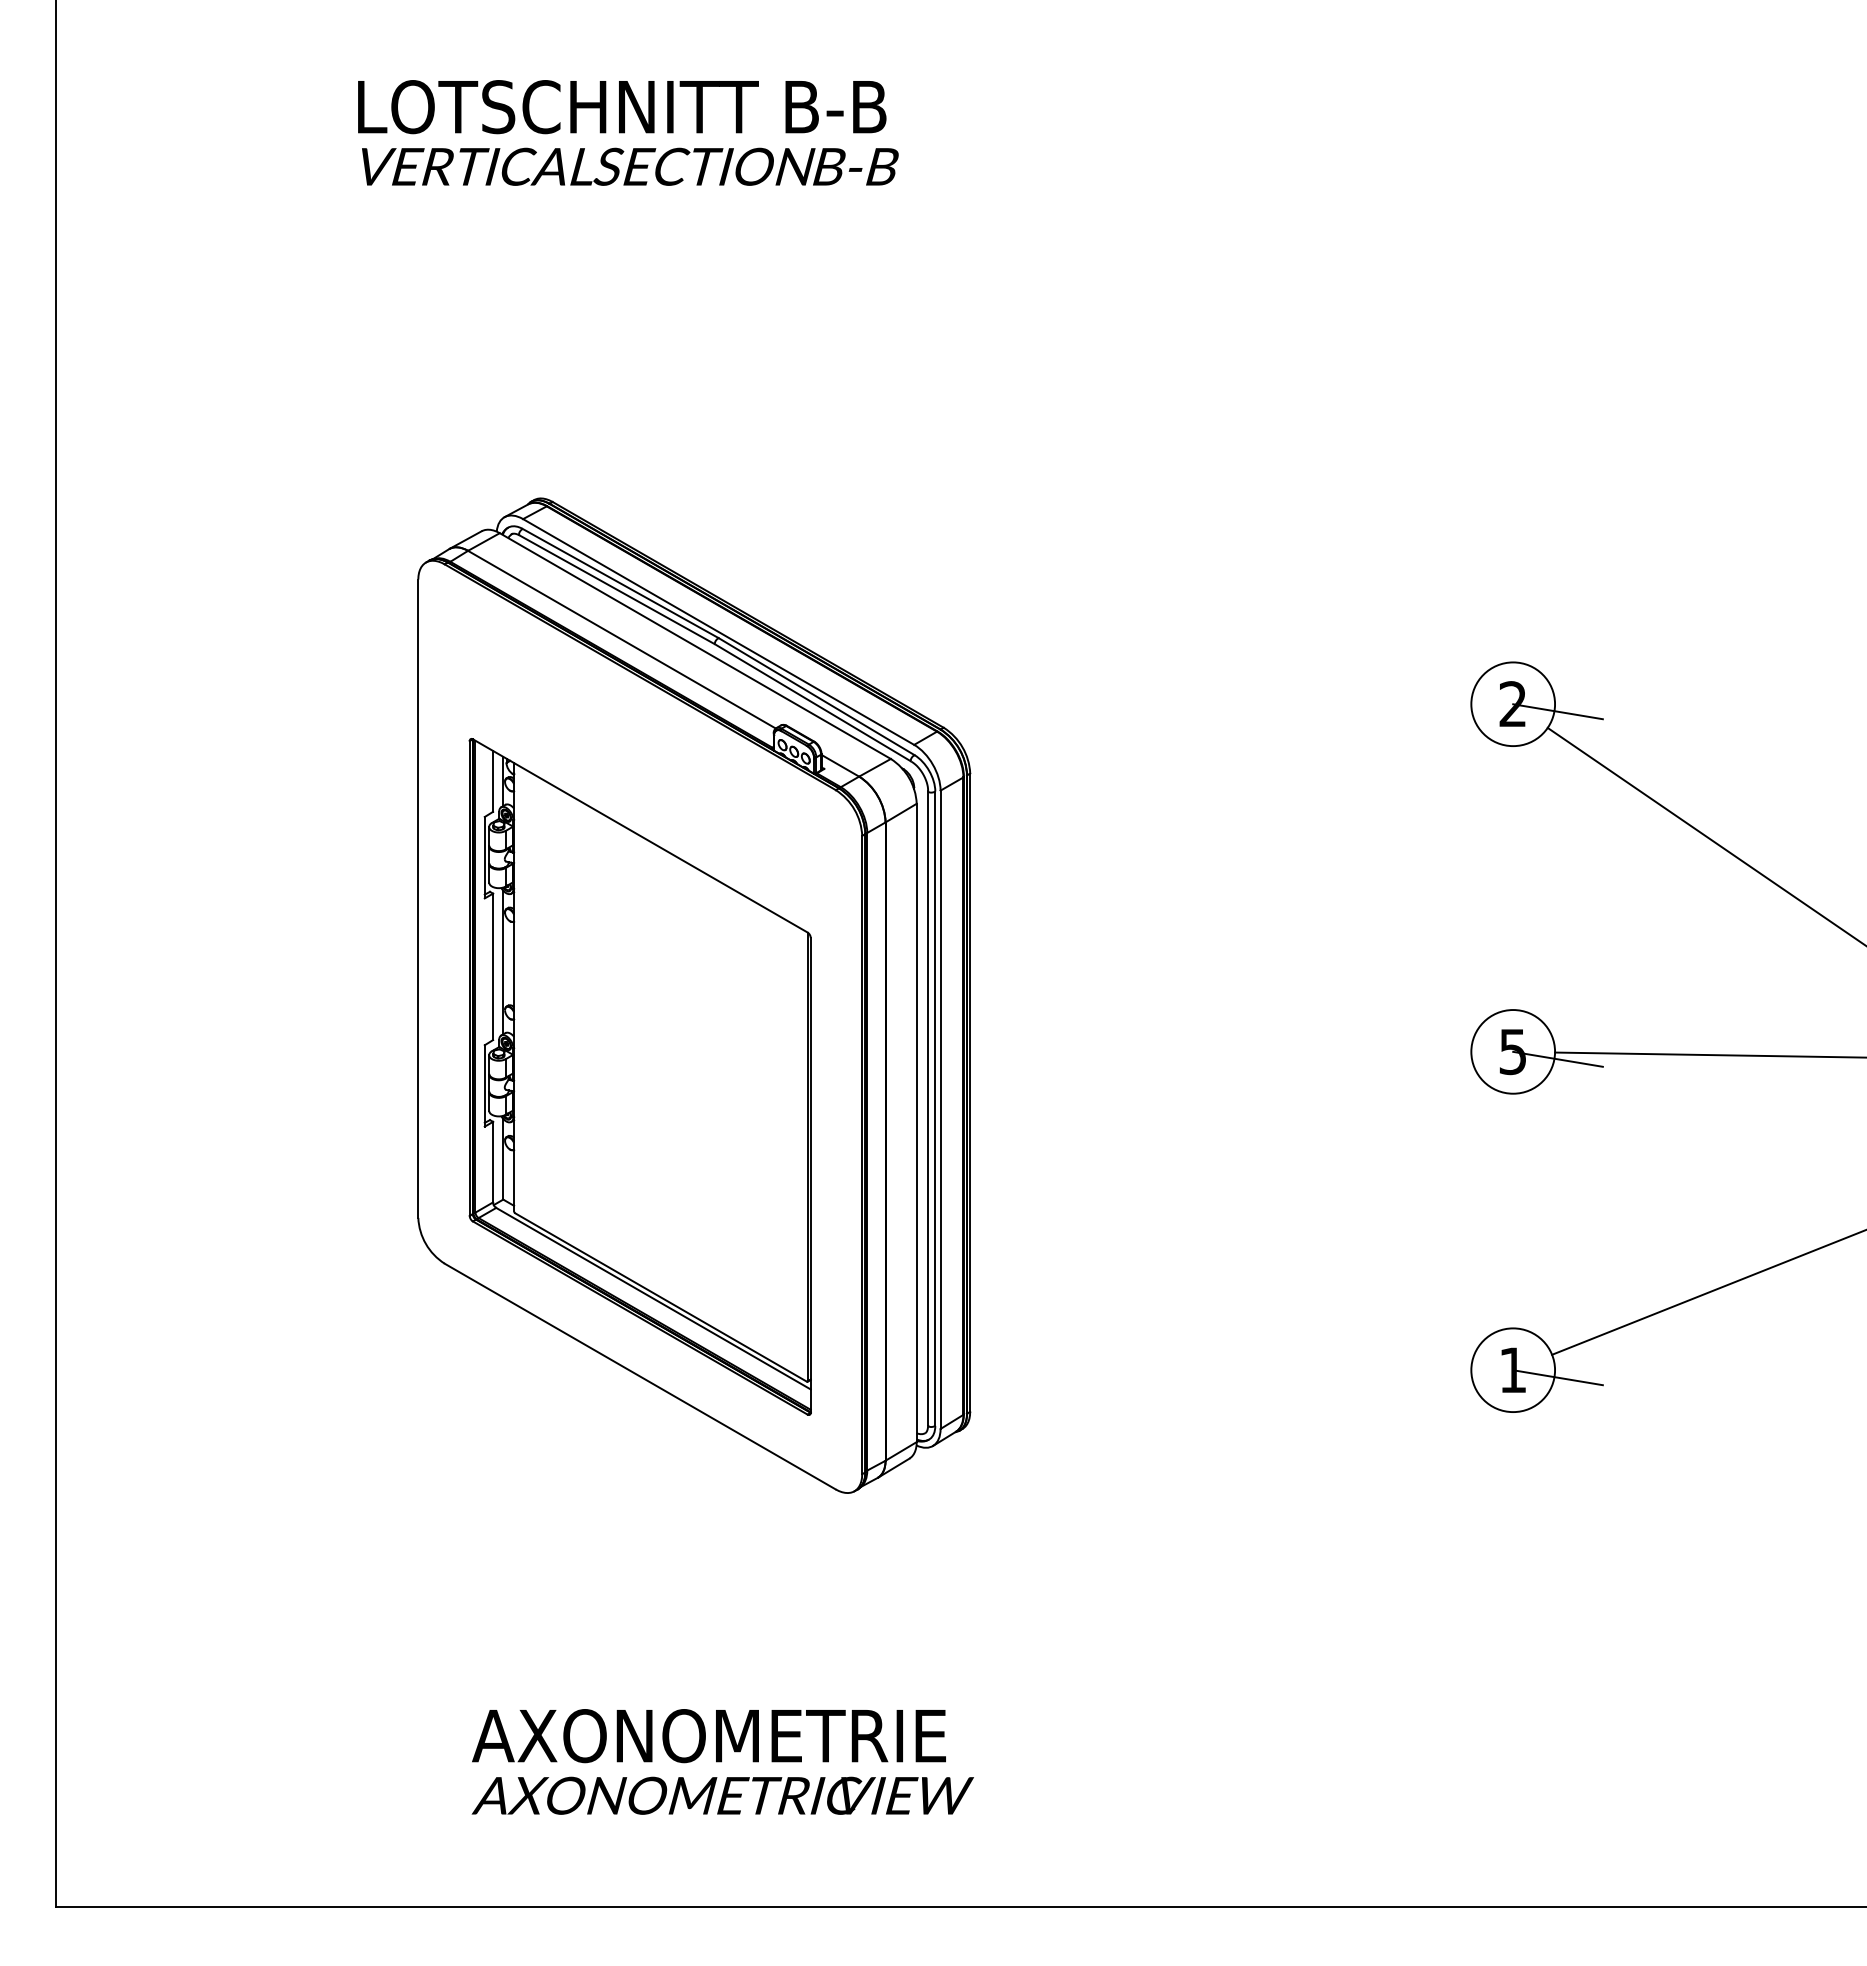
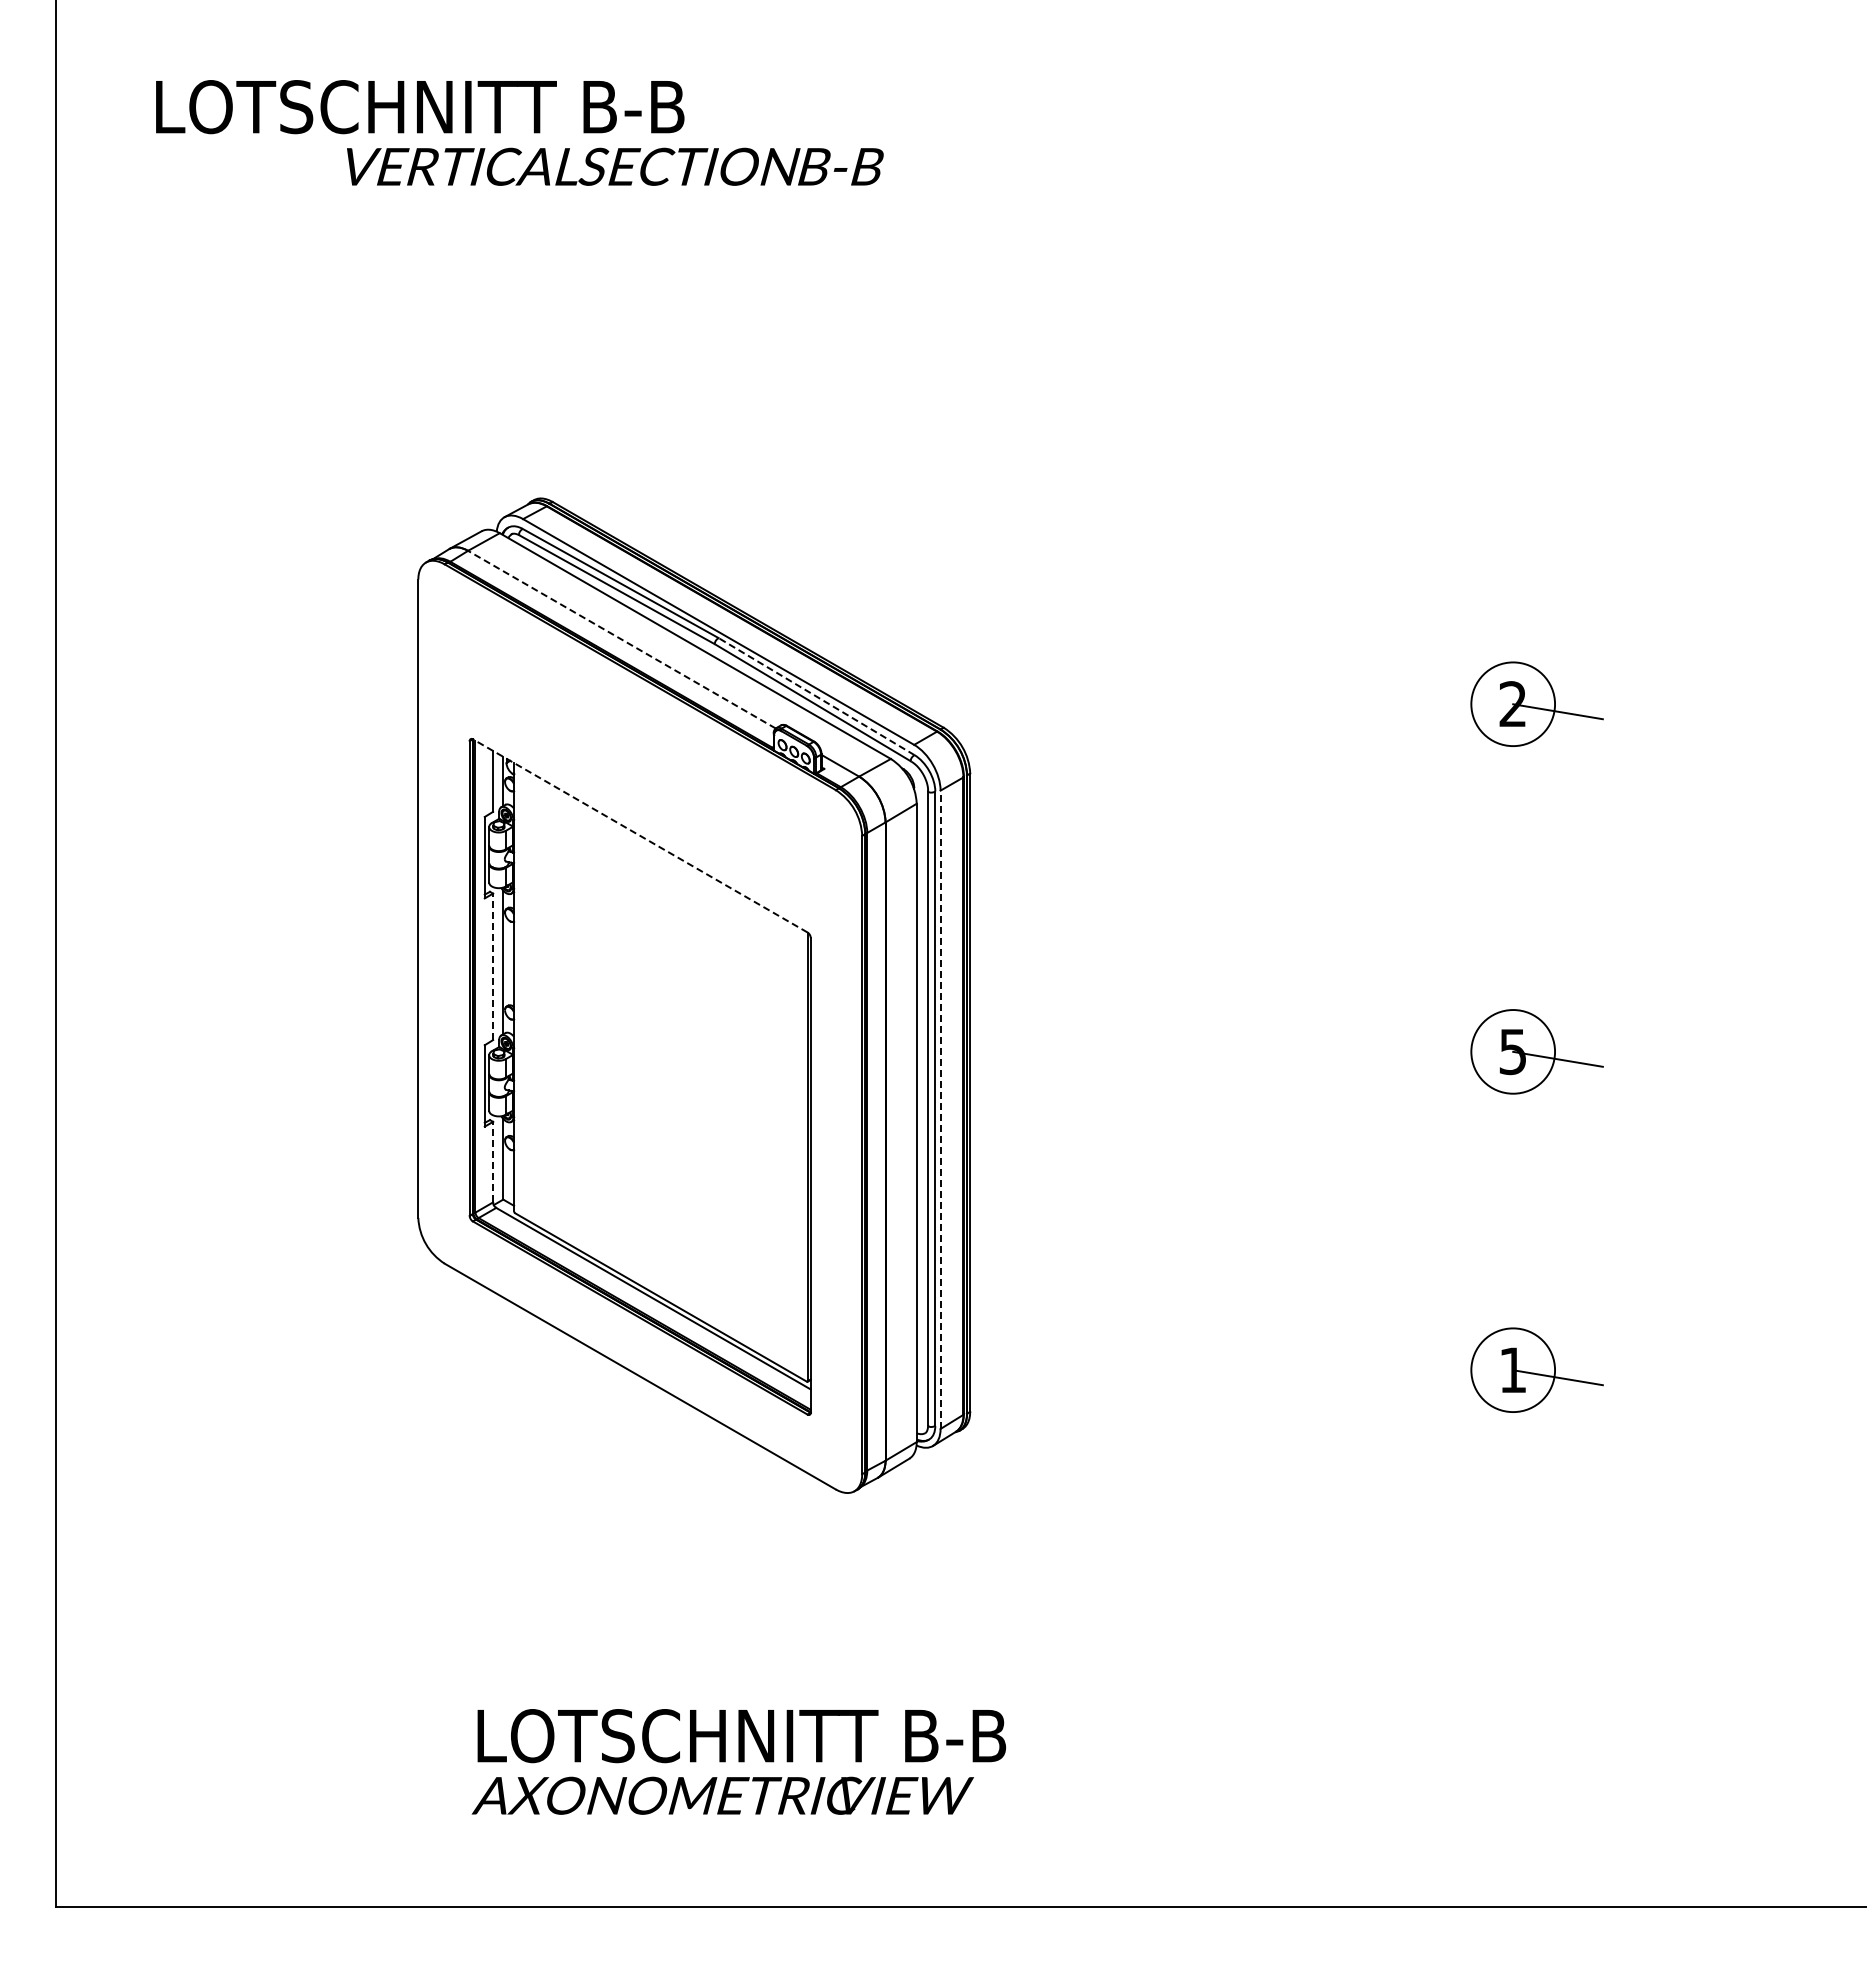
text at (622, 107) position: (622, 107) -> (420, 107)
text at (630, 166) position: (630, 166) -> (615, 166)
line at (621, 639): solid -> dashed
line at (816, 696): solid -> dashed
line at (639, 835): solid -> dashed
line at (1705, 835): present -> none
line at (493, 966): solid -> dashed
line at (1709, 1054): present -> none
line at (940, 1109): solid -> dashed
line at (493, 1161): solid -> dashed
line at (1707, 1292): present -> none
text at (739, 1736): AXONOMETRIE -> LOTSCHNITT B-B
